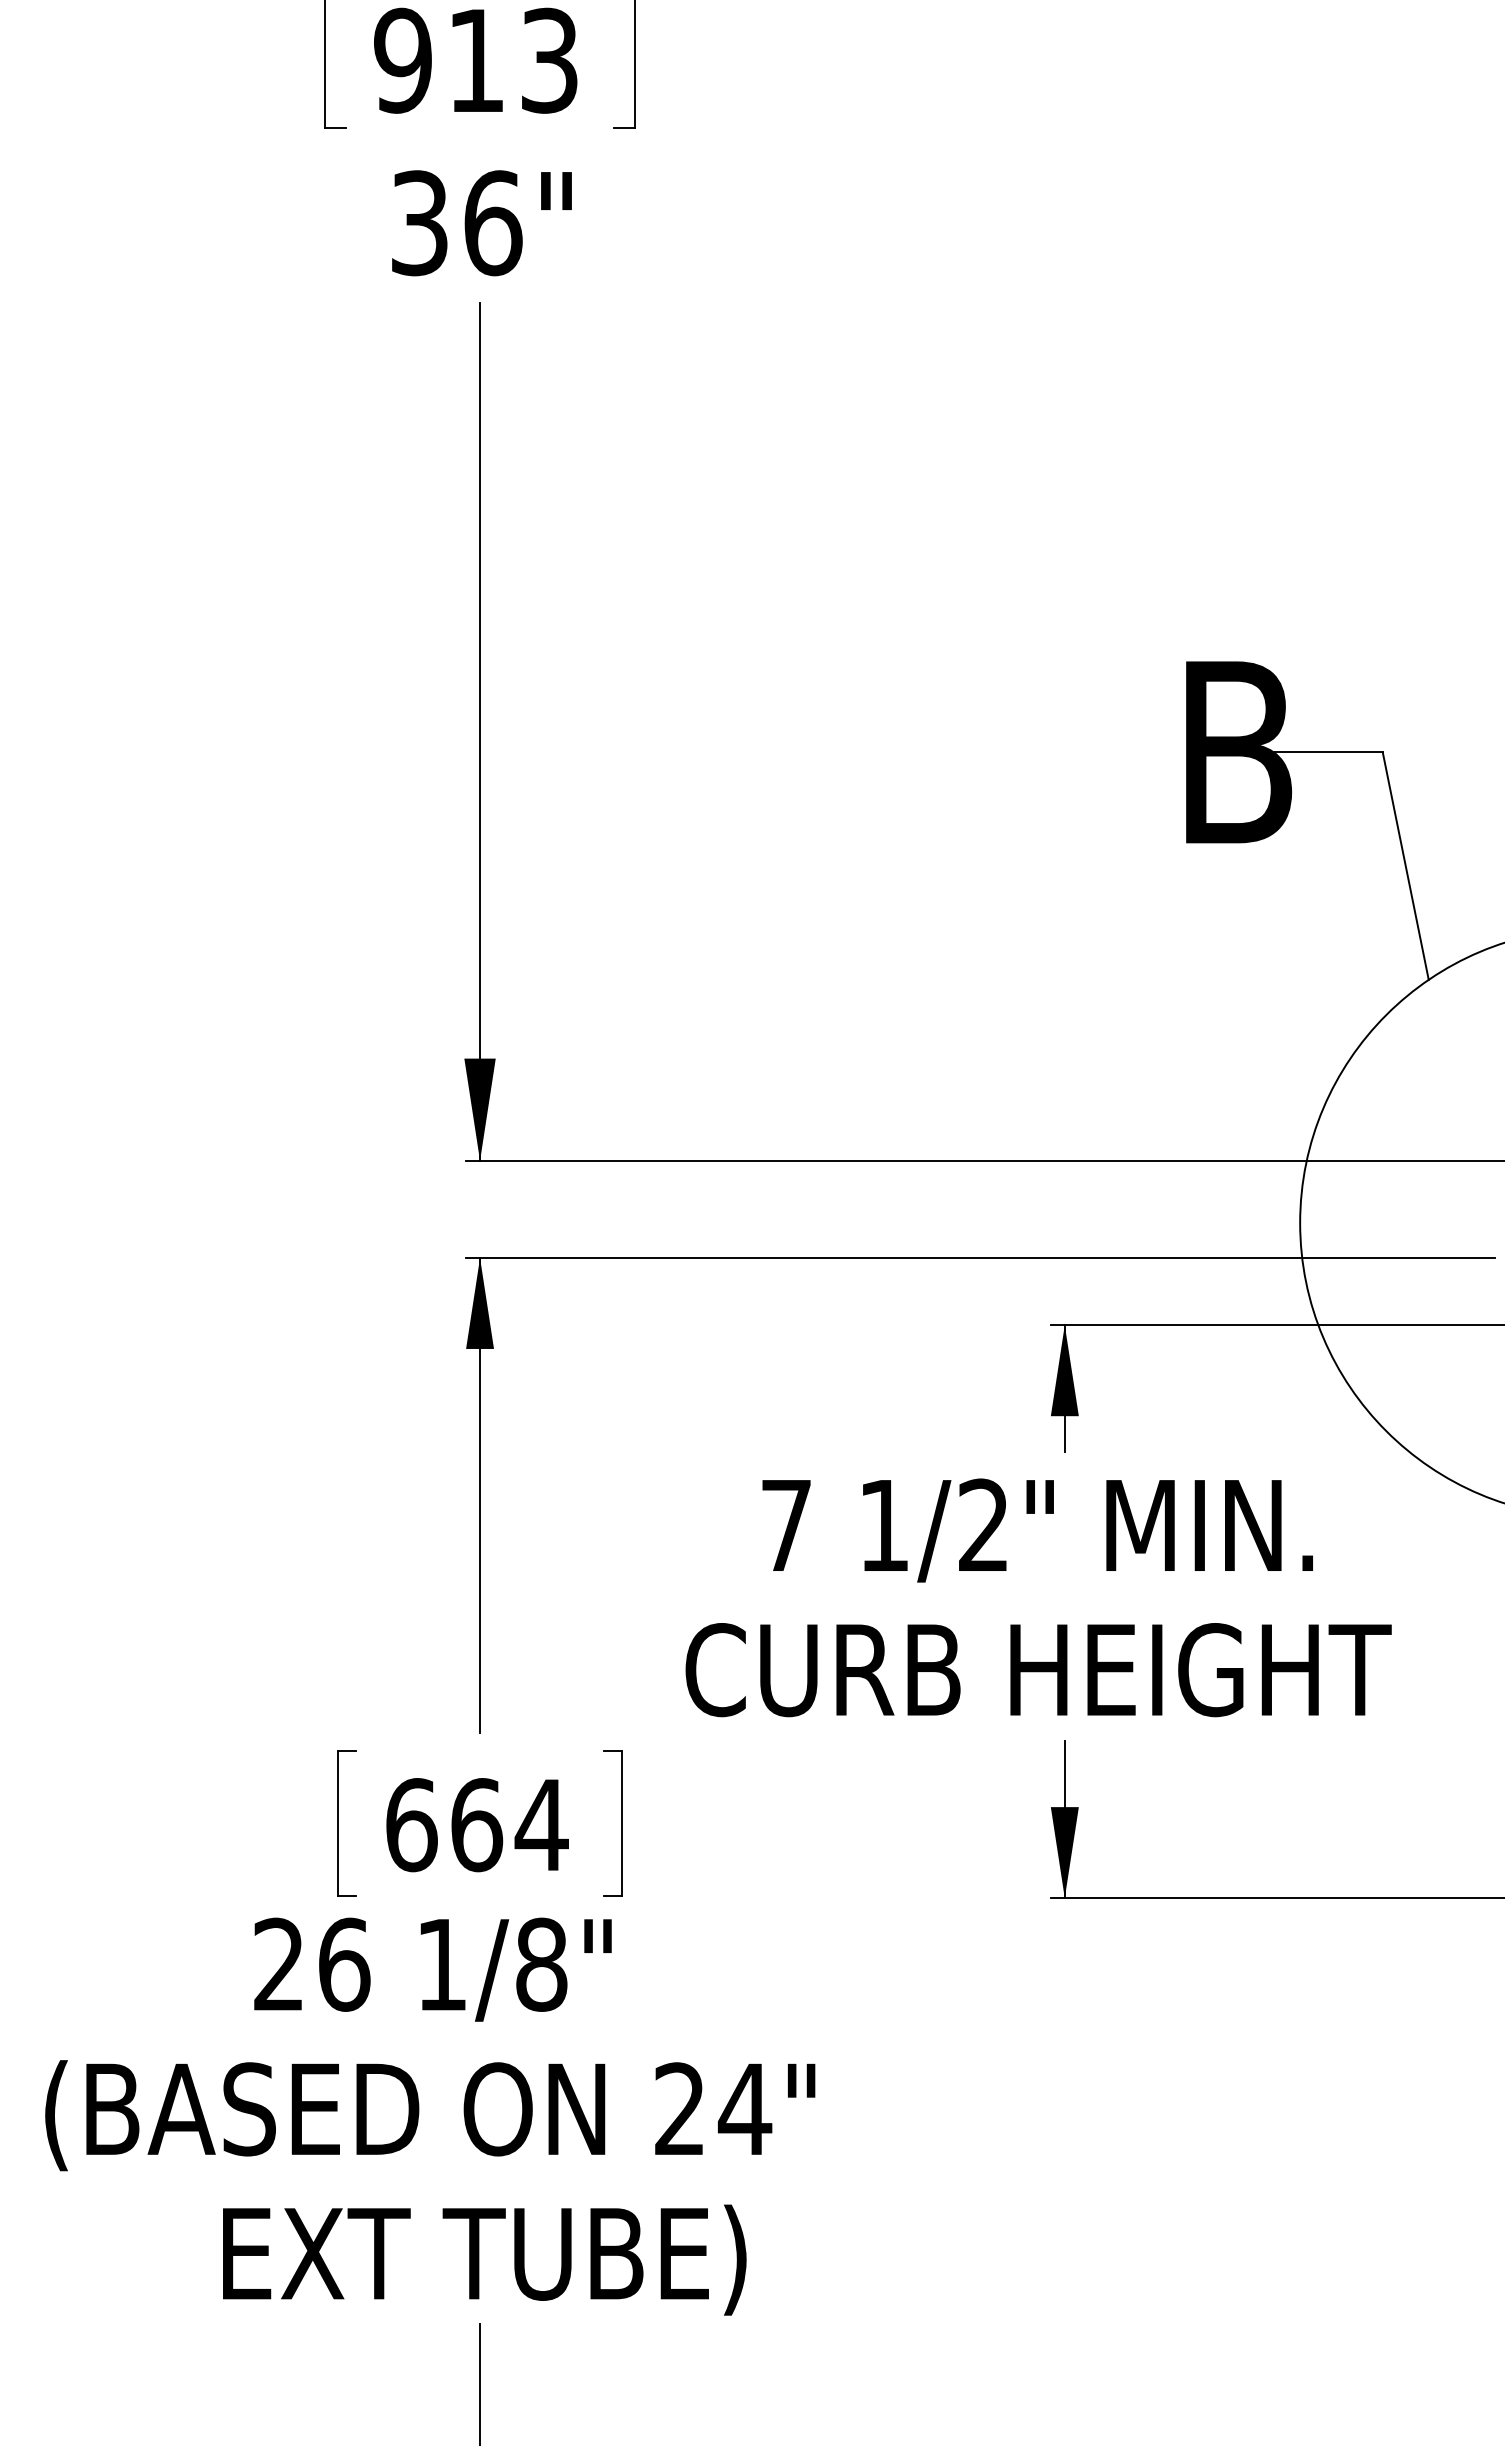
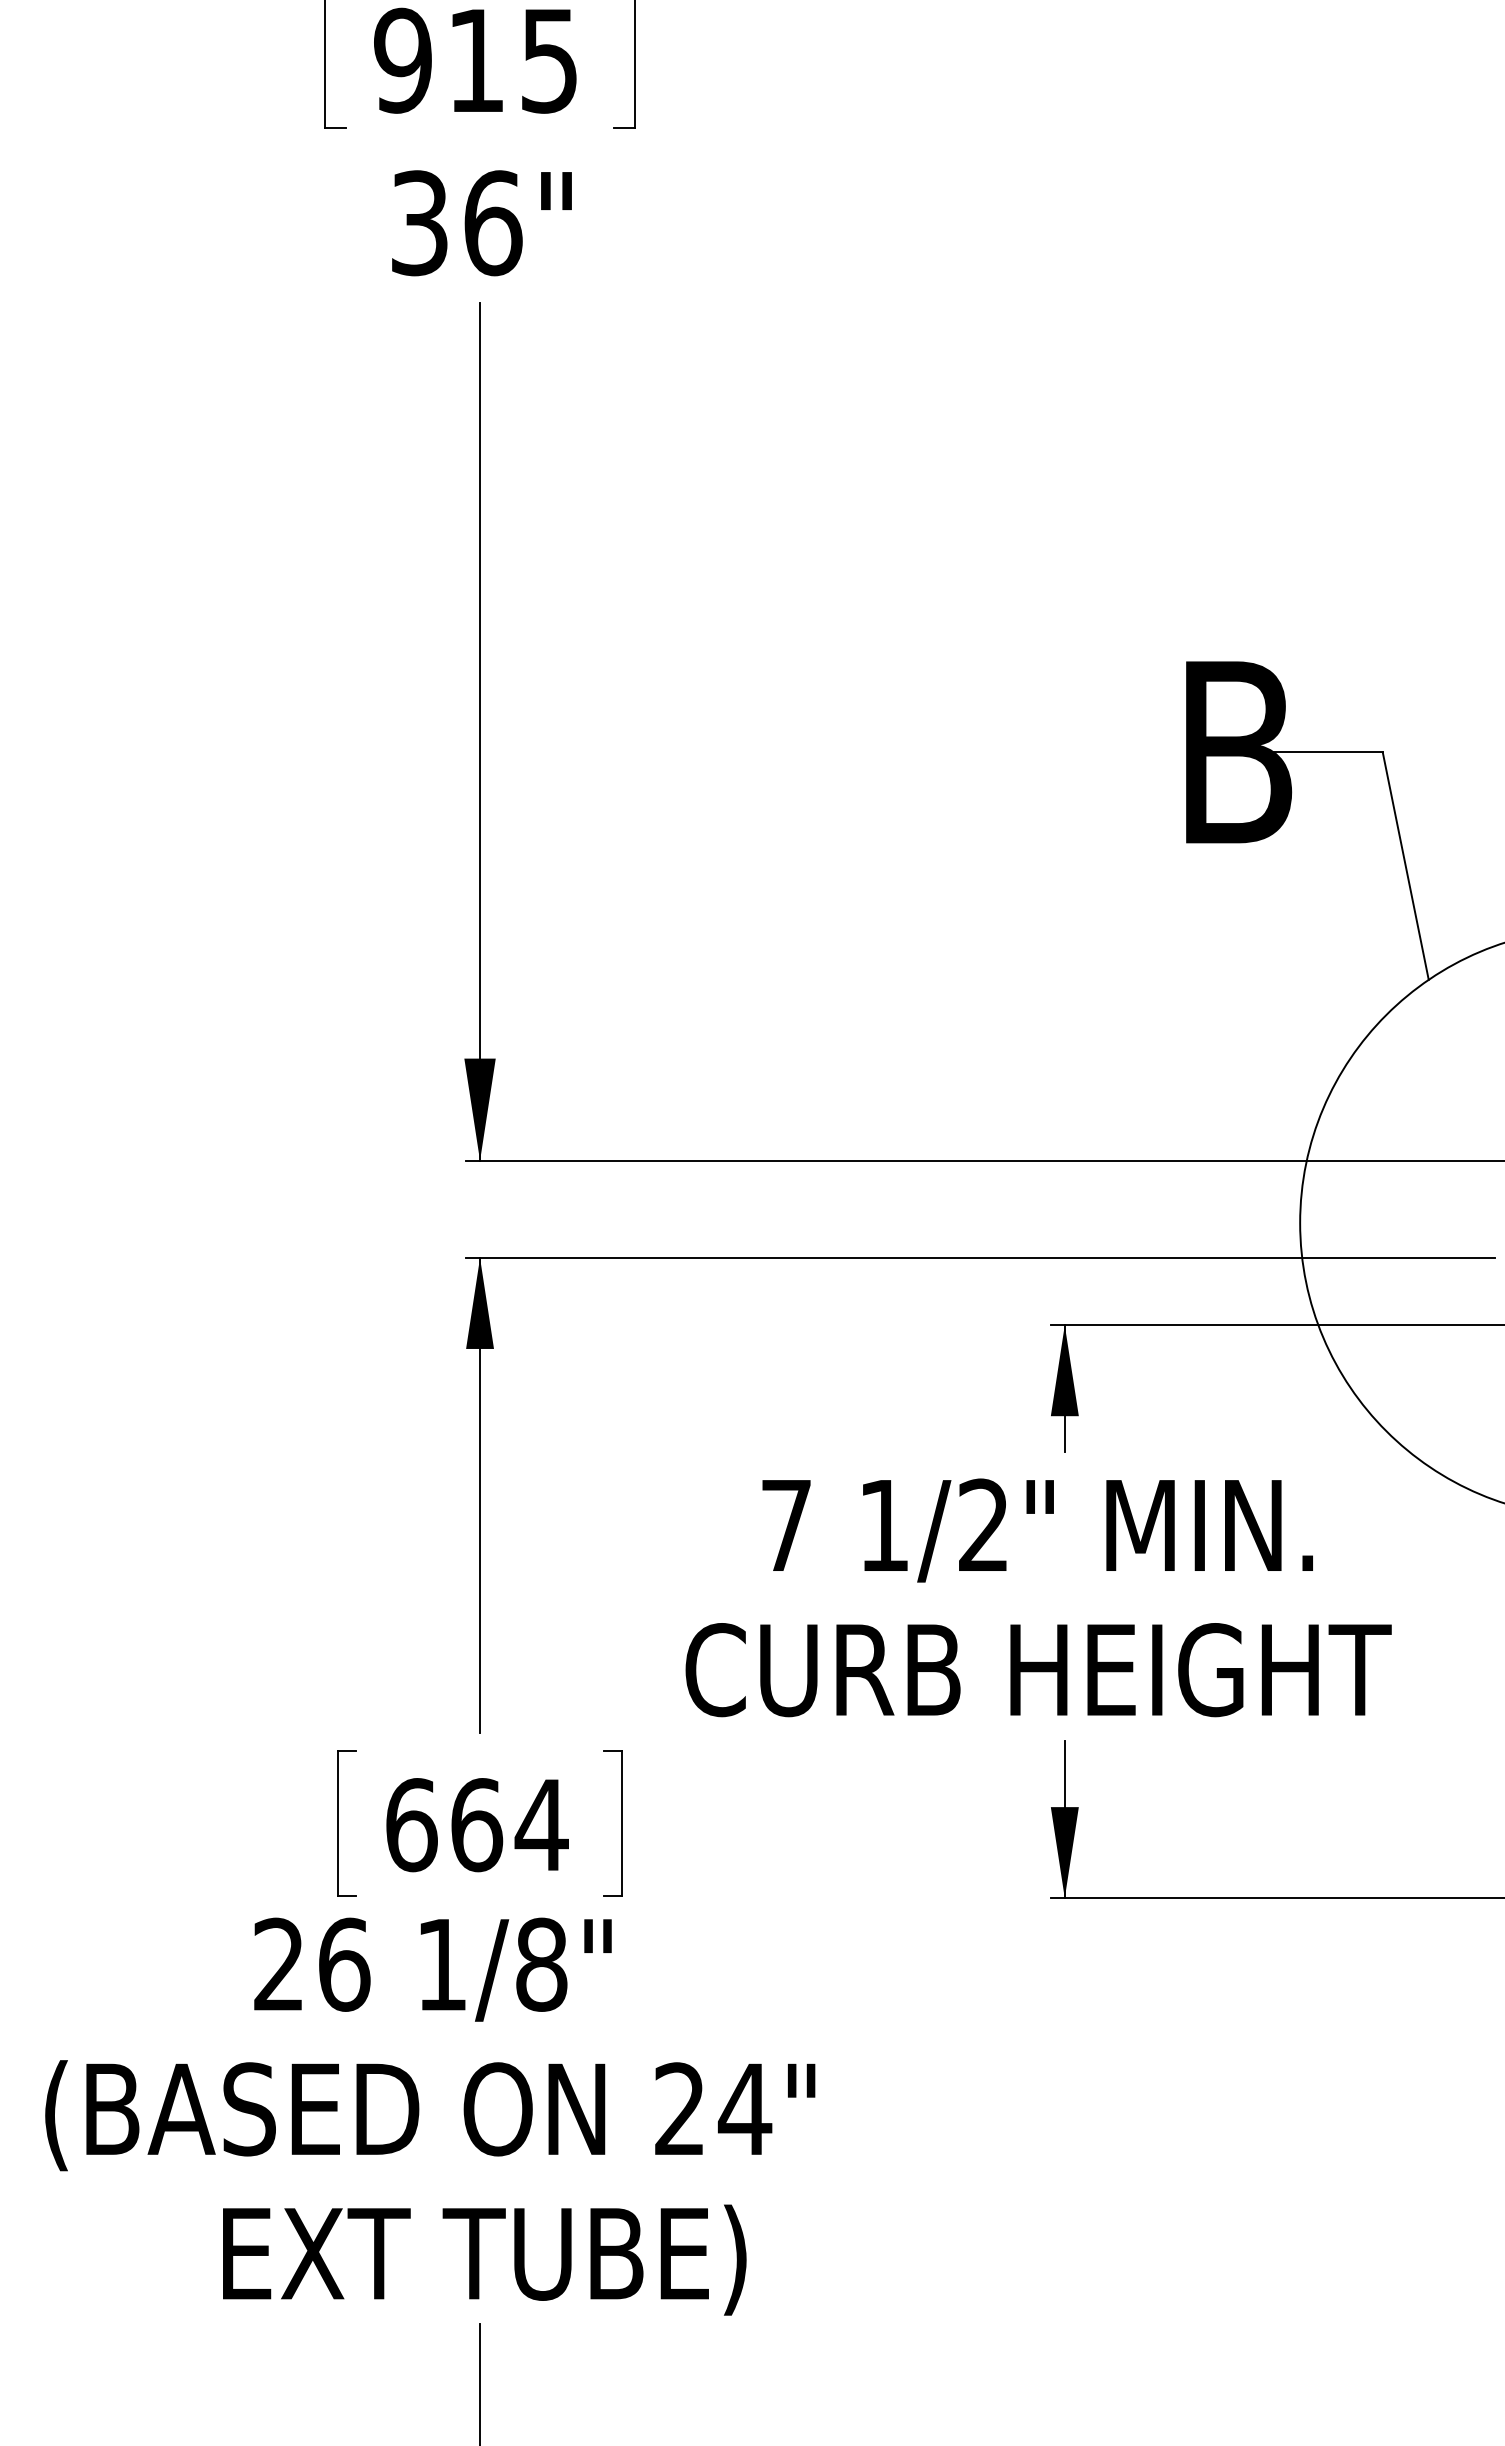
text at (549, 60): 913 -> 915
